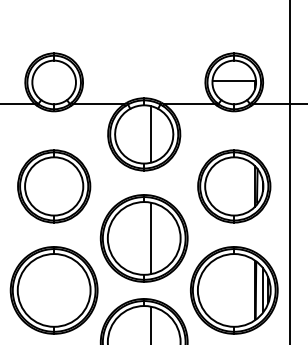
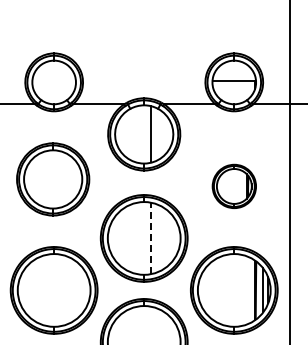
part at (54, 186) position: (54, 186) -> (53, 179)
part at (234, 186) size: 75x75 px -> 46x46 px
line at (151, 238): solid -> dashed
line at (151, 323): present -> none
